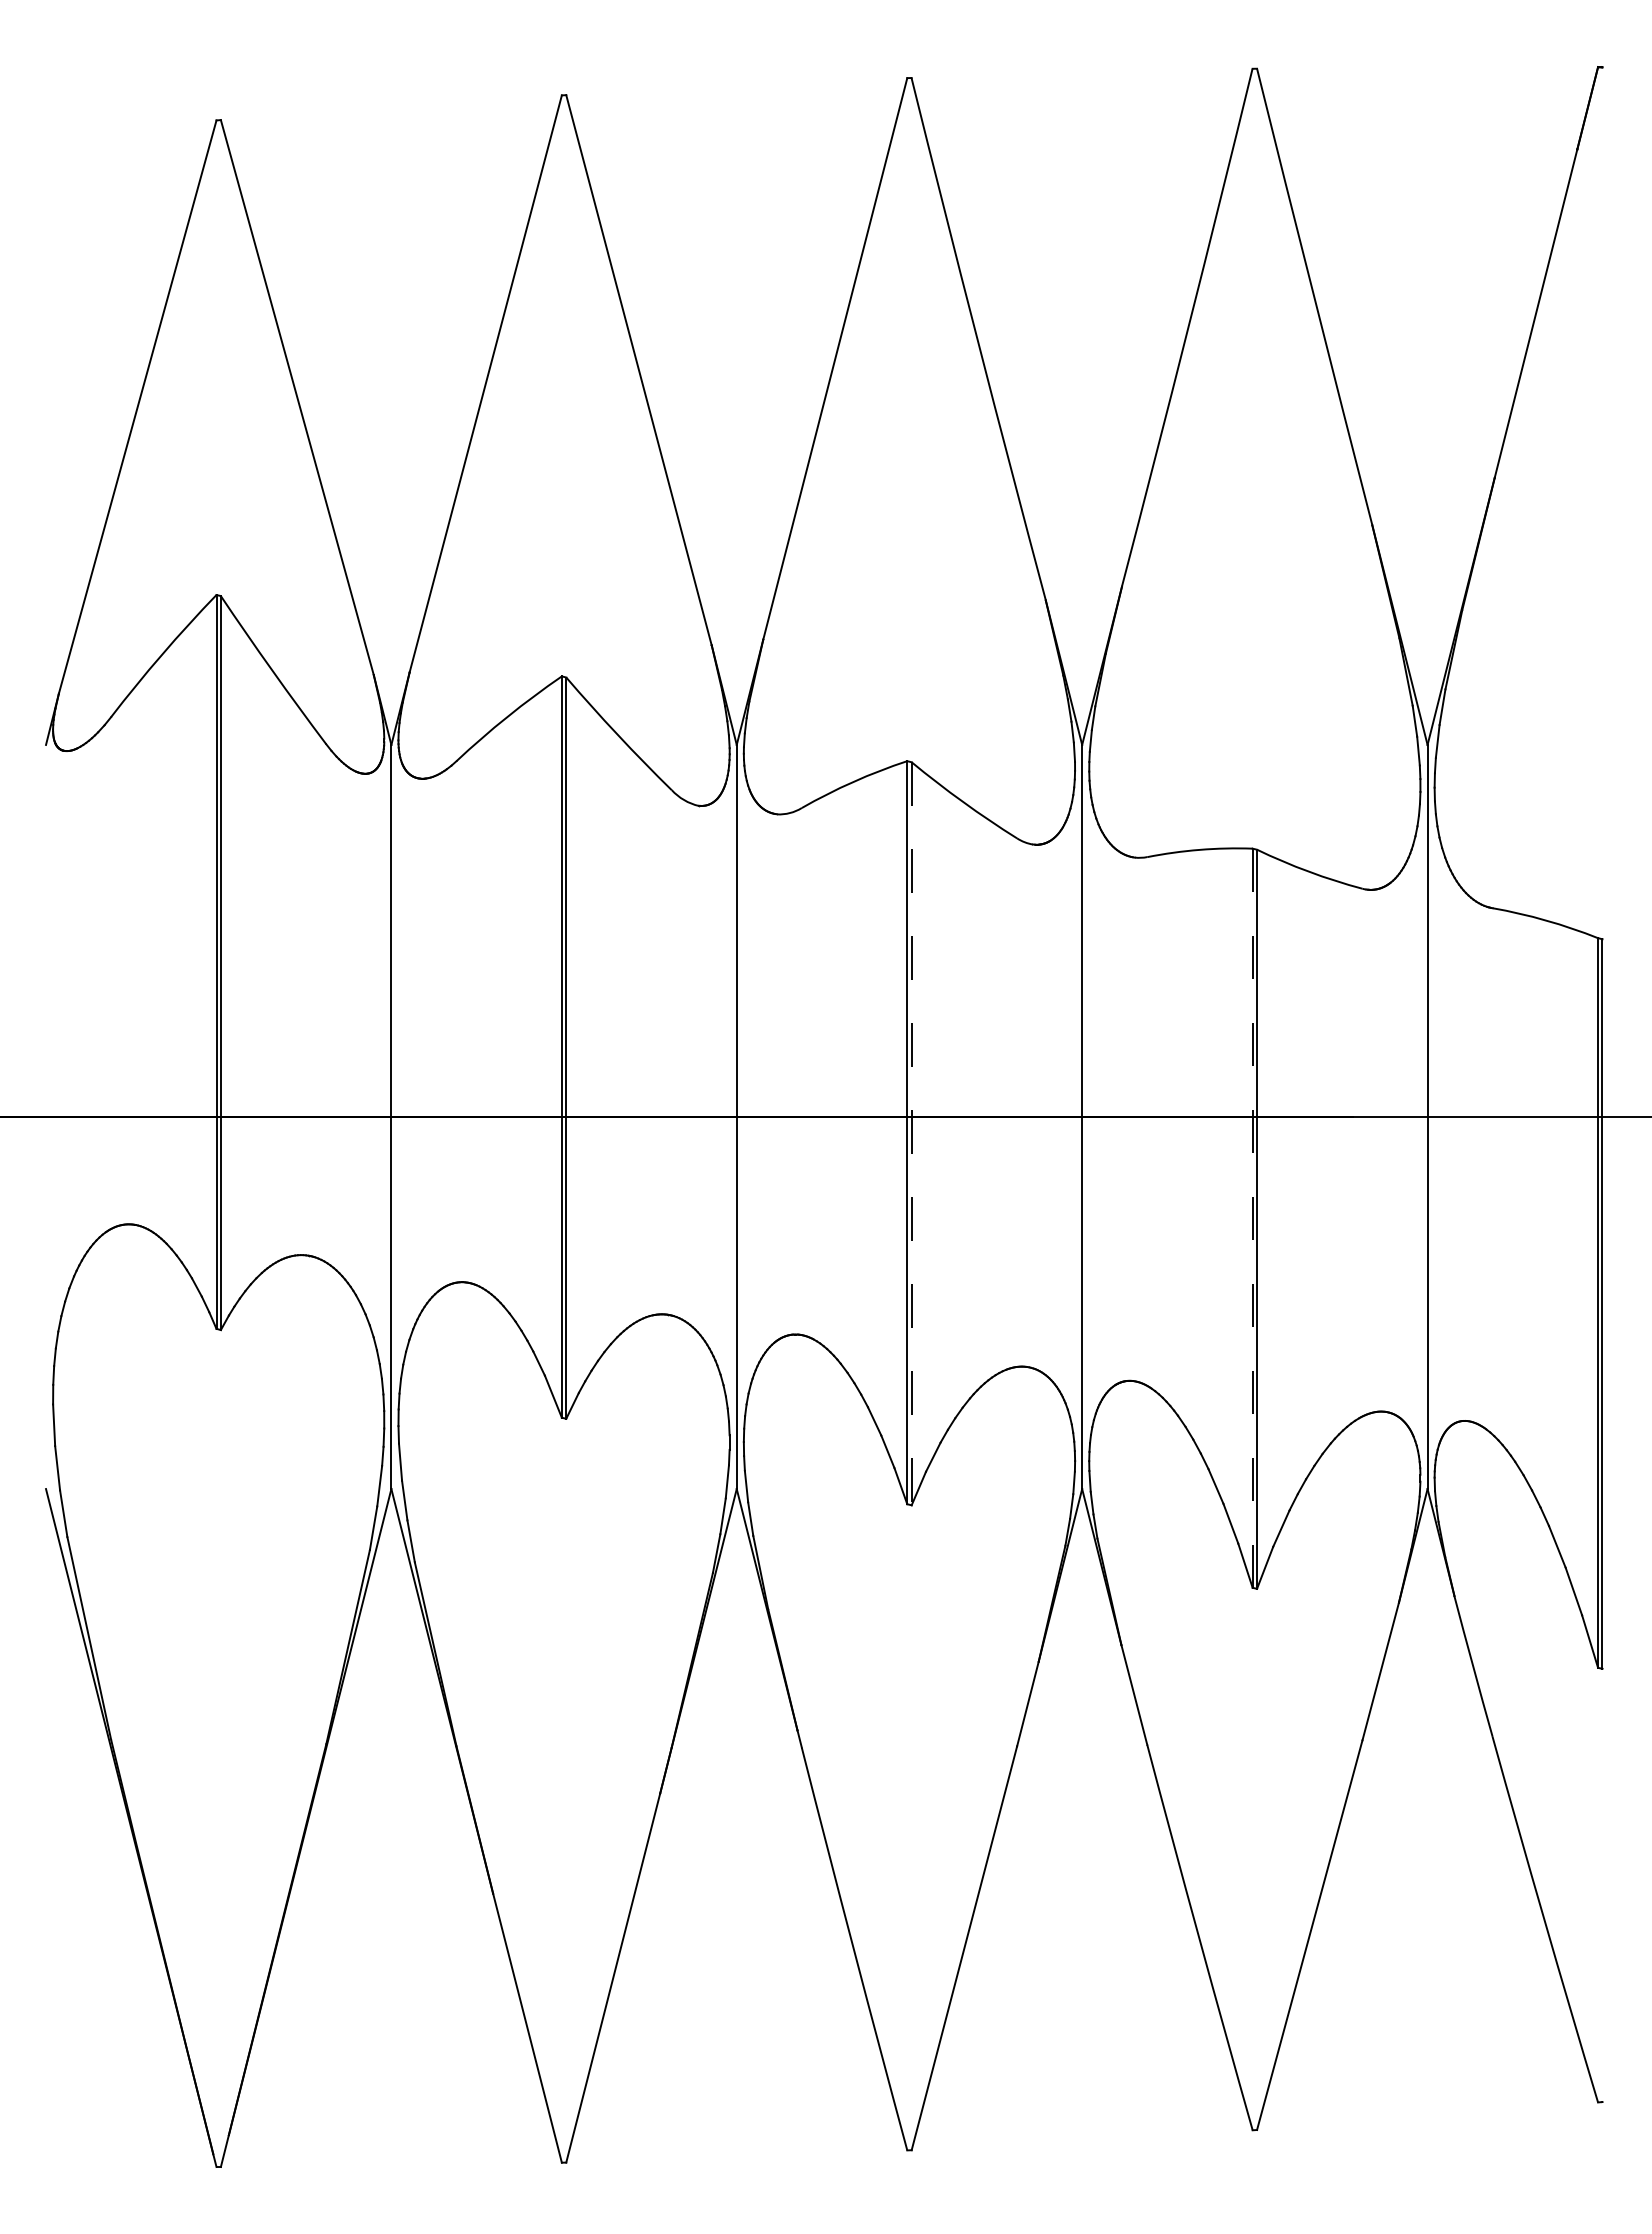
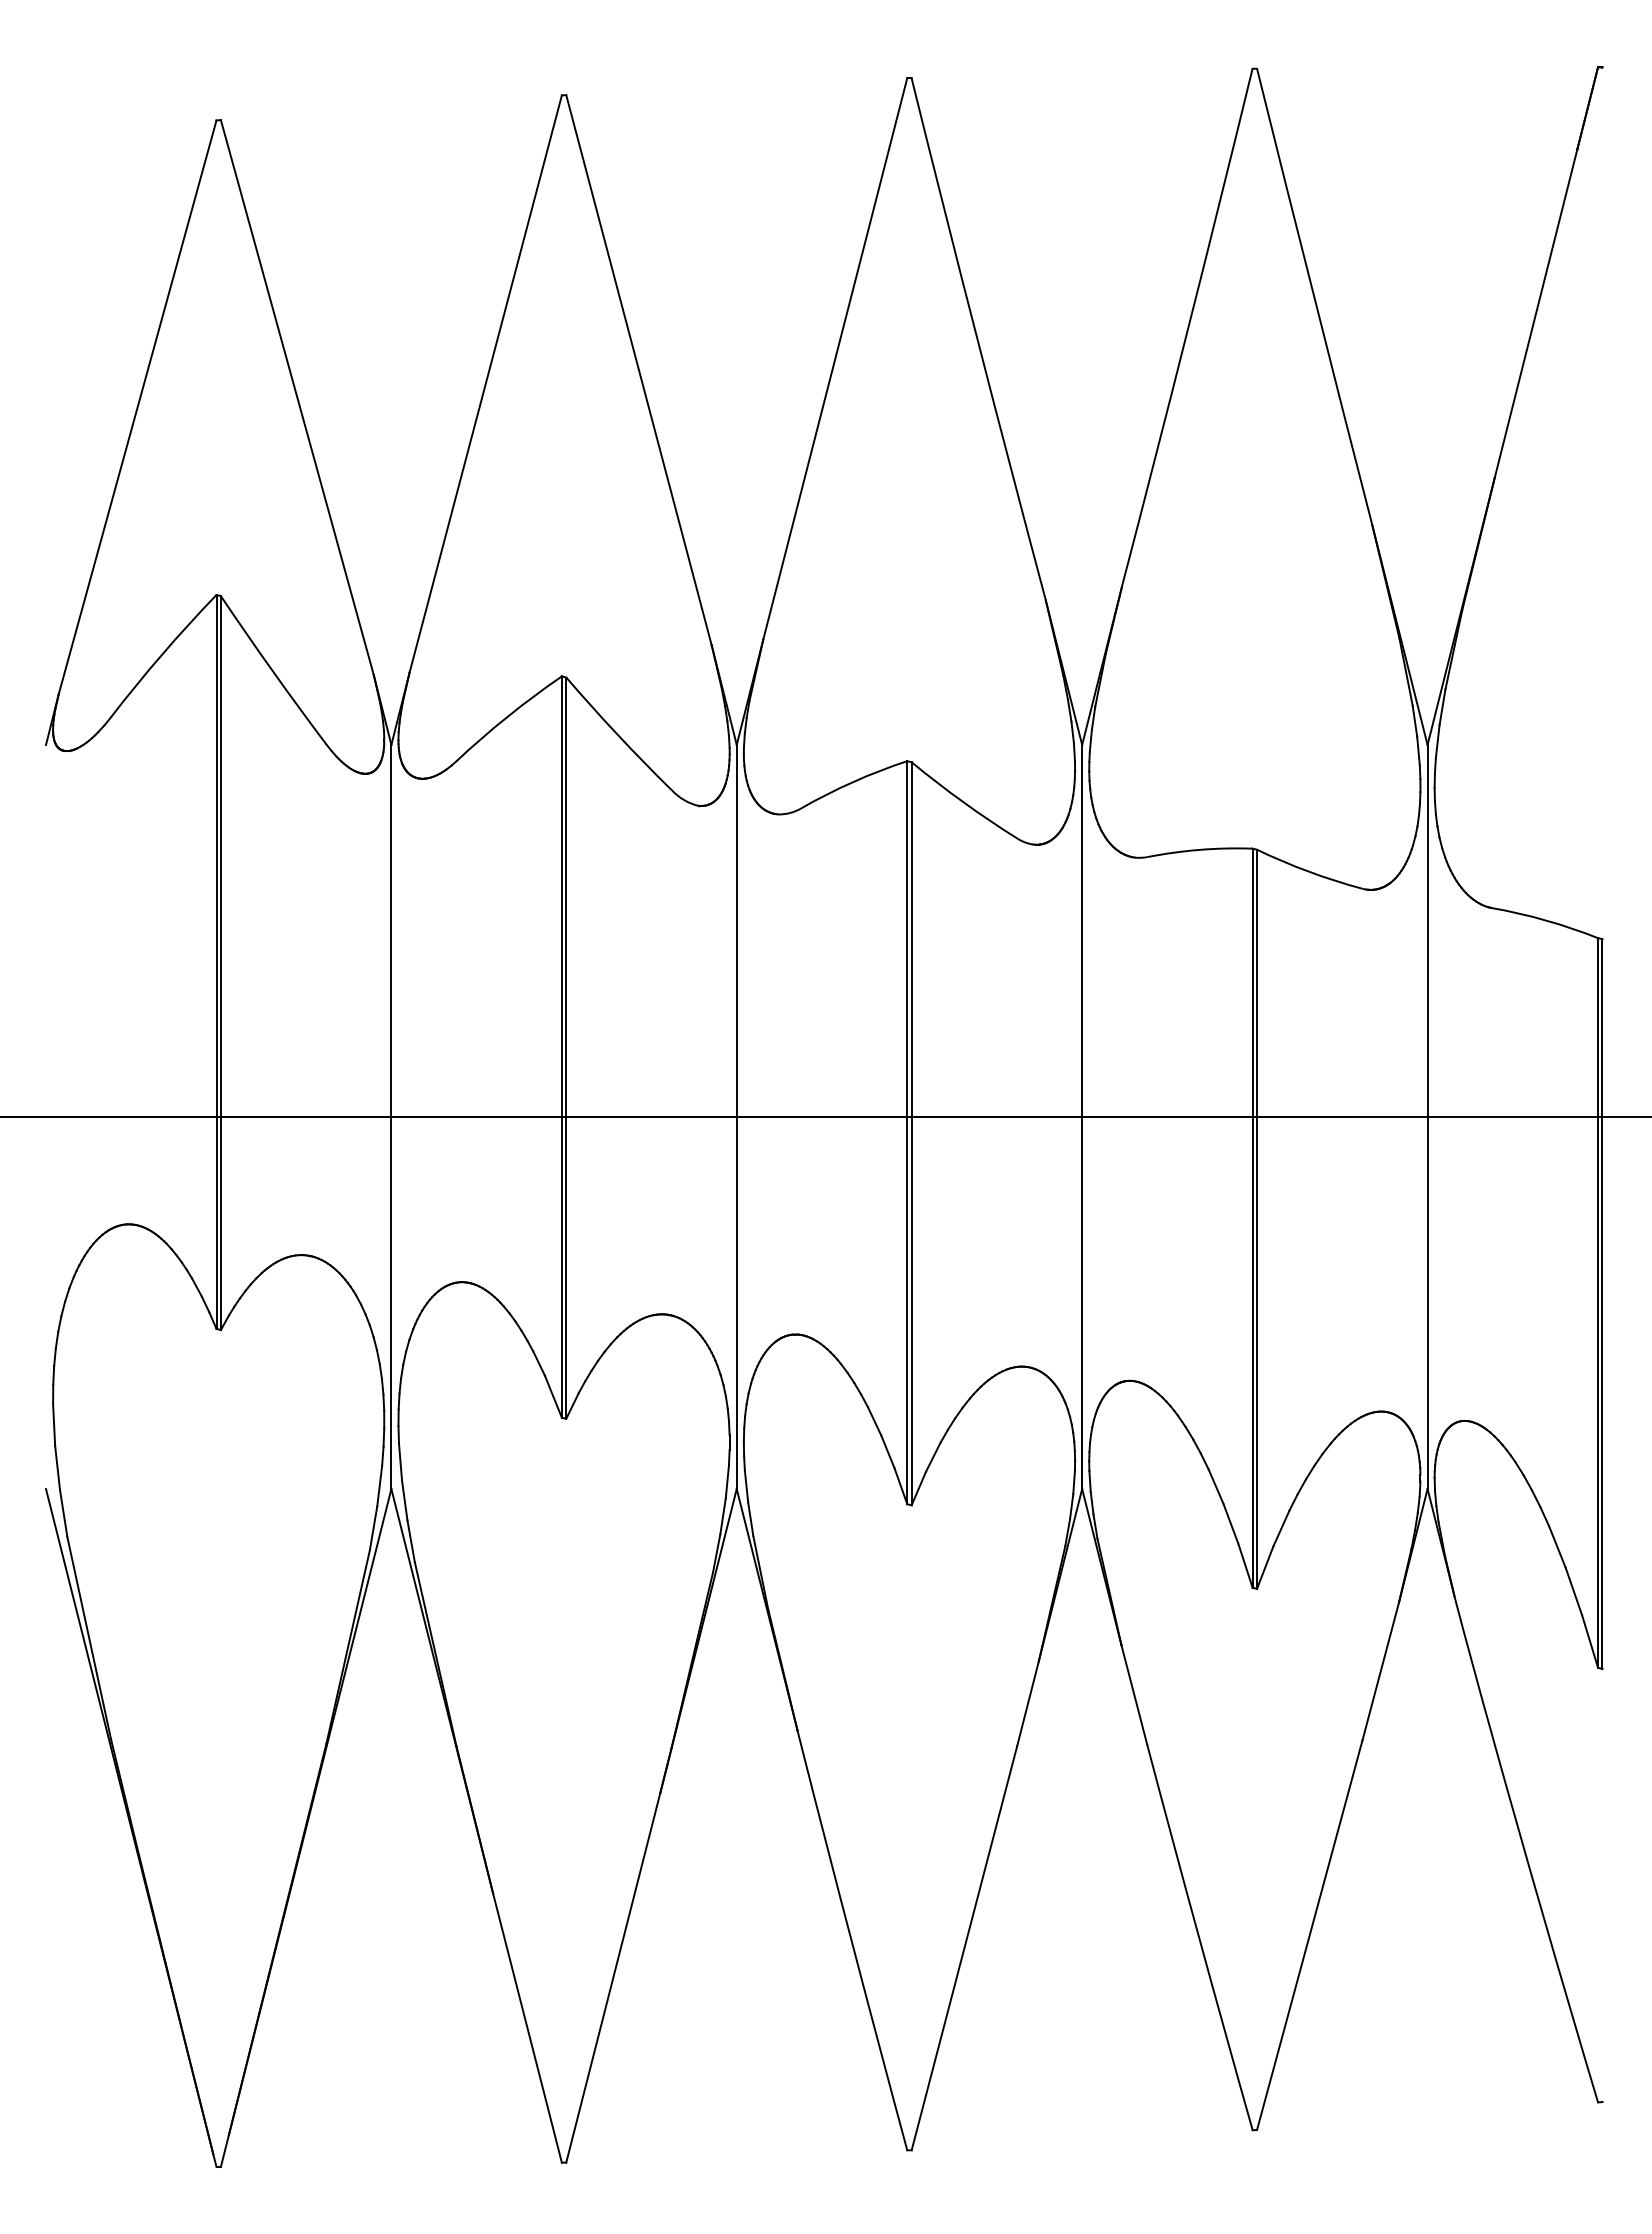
line at (911, 1133): dashed -> solid
line at (1252, 1218): dashed -> solid
